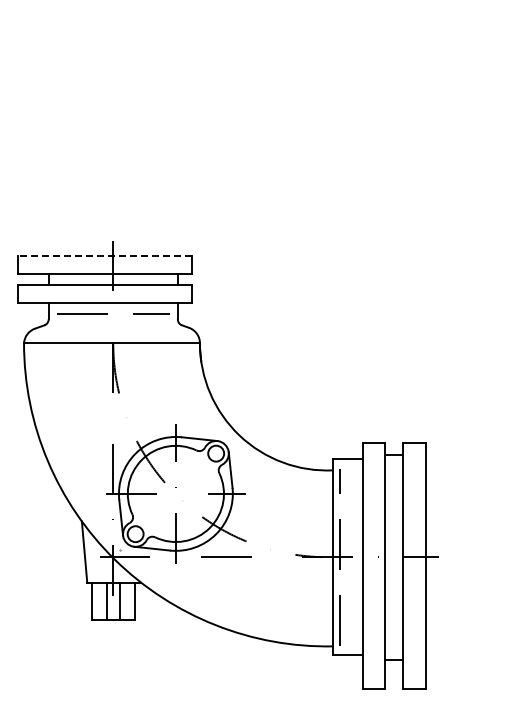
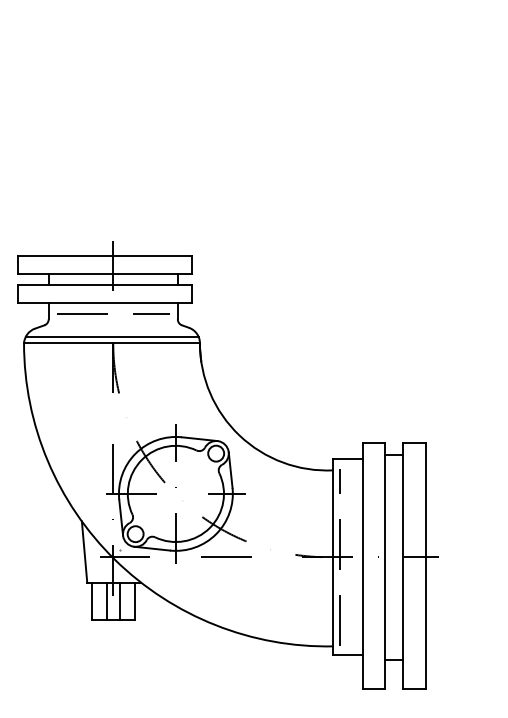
line at (105, 255): dashed -> solid
line at (111, 336): none -> present
